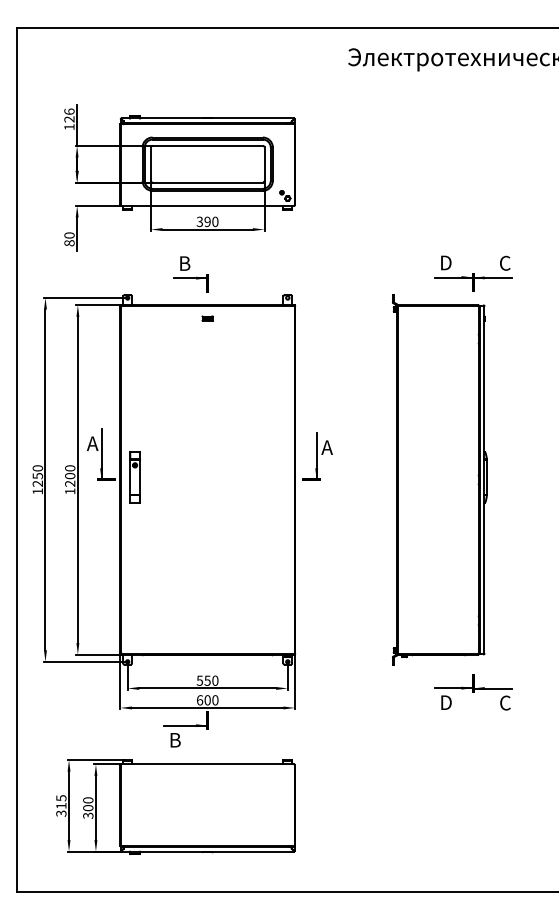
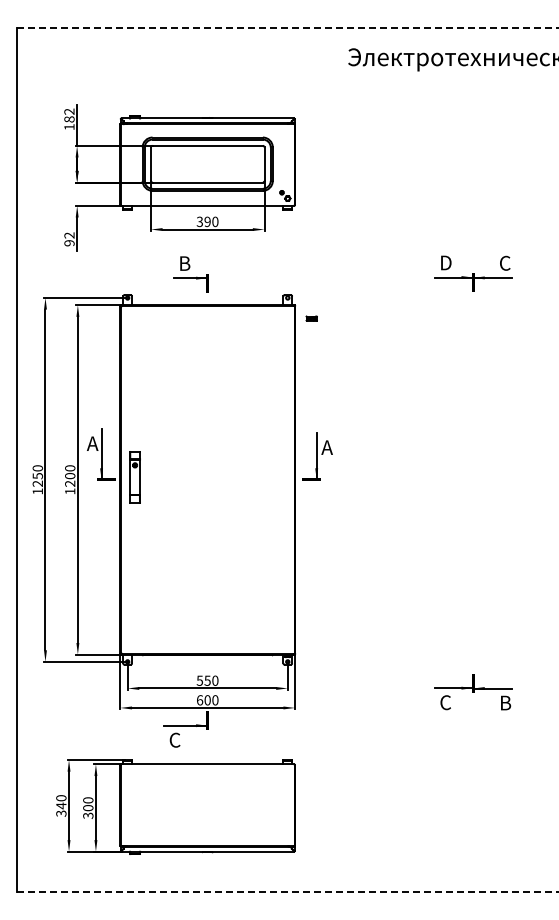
line at (287, 27): solid -> dashed
text at (69, 115): 126 -> 182
text at (69, 239): 80 -> 92
part at (207, 318) position: (207, 318) -> (311, 318)
part at (439, 479): present -> none
text at (445, 702): D -> С
text at (505, 702): С -> B
text at (174, 739): B -> С
text at (61, 802): 315 -> 340
line at (287, 892): solid -> dashed
